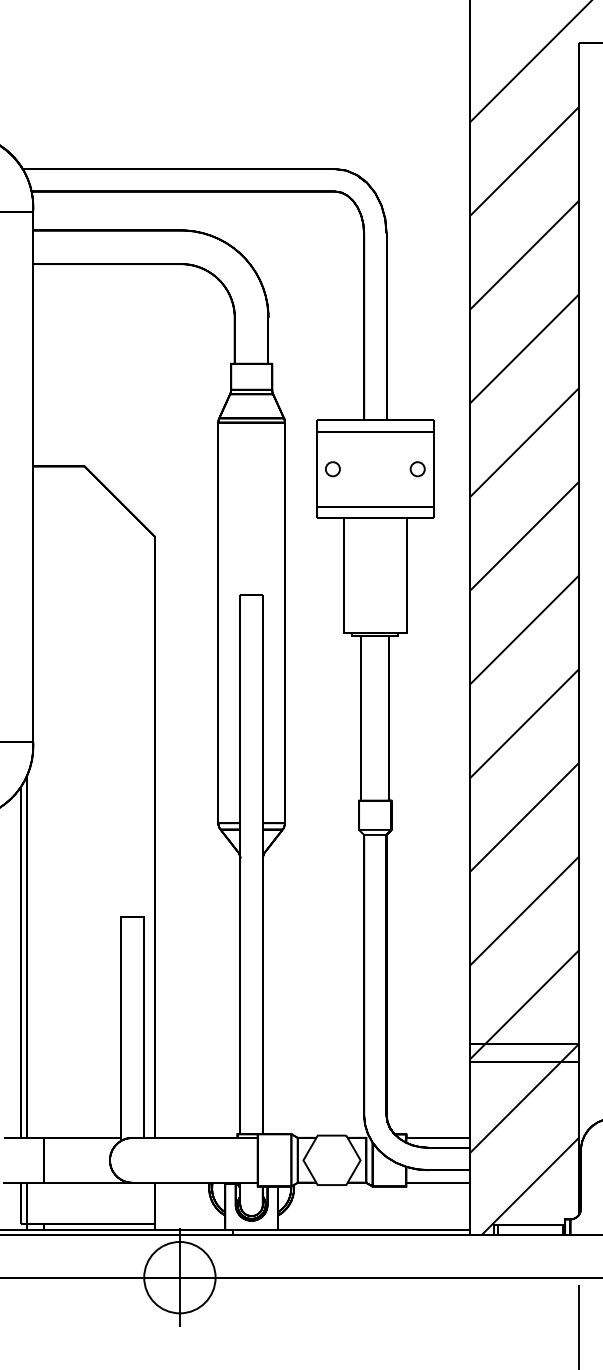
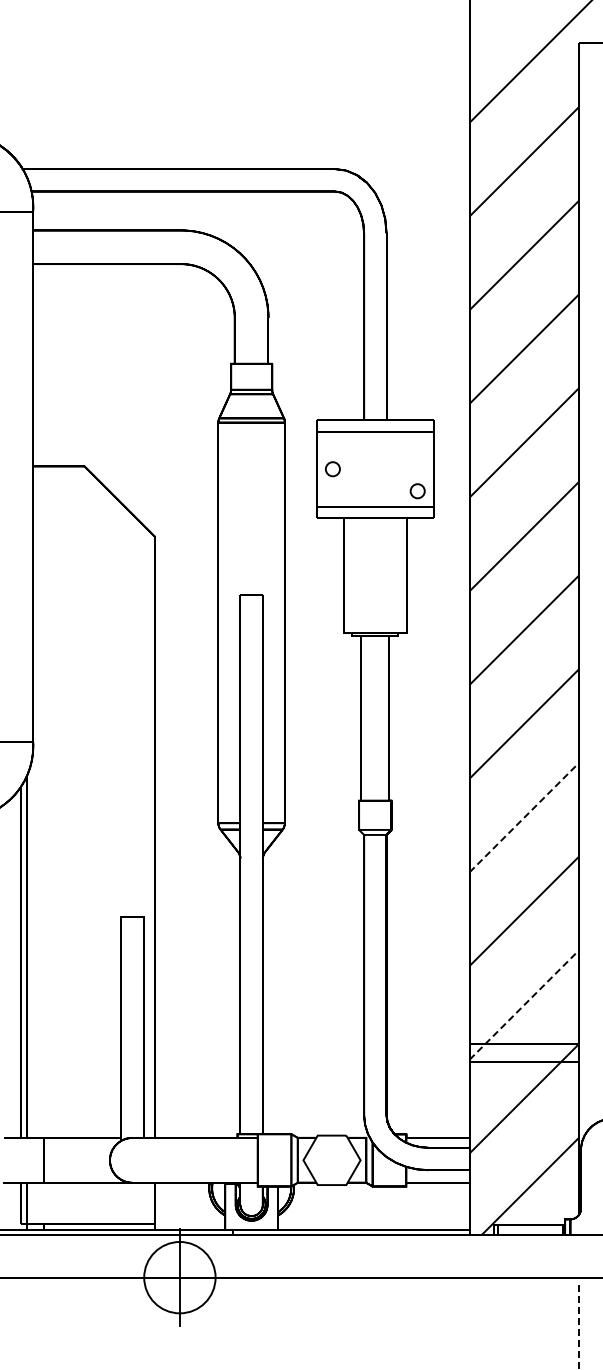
circle at (417, 469) position: (417, 469) -> (417, 491)
line at (524, 817): solid -> dashed
line at (524, 1004): solid -> dashed
line at (579, 1327): solid -> dashed
